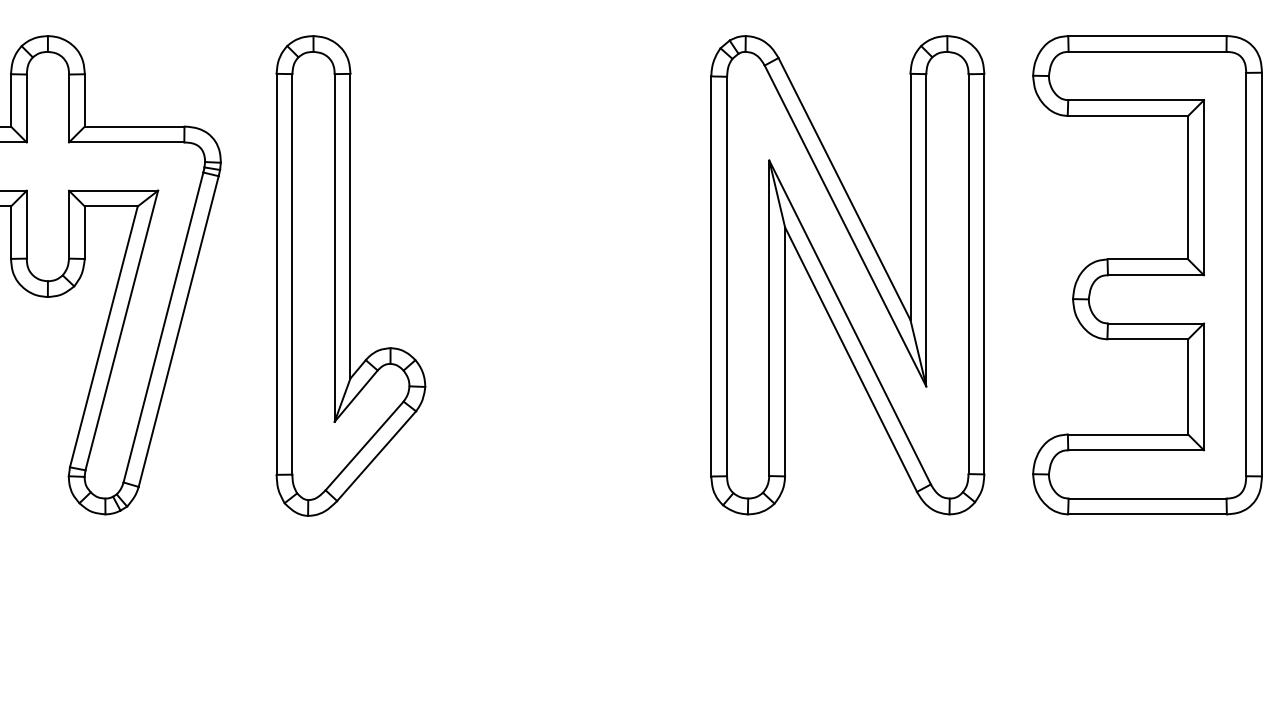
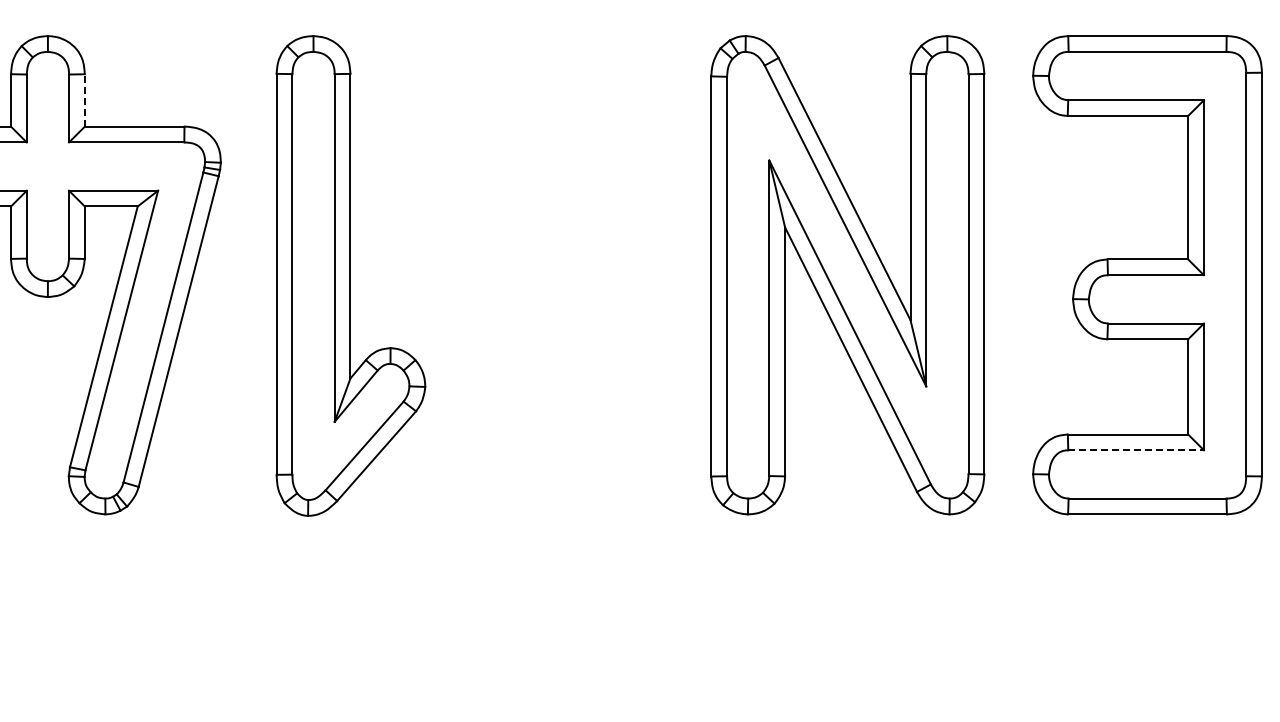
line at (84, 99): solid -> dashed
line at (1136, 450): solid -> dashed
